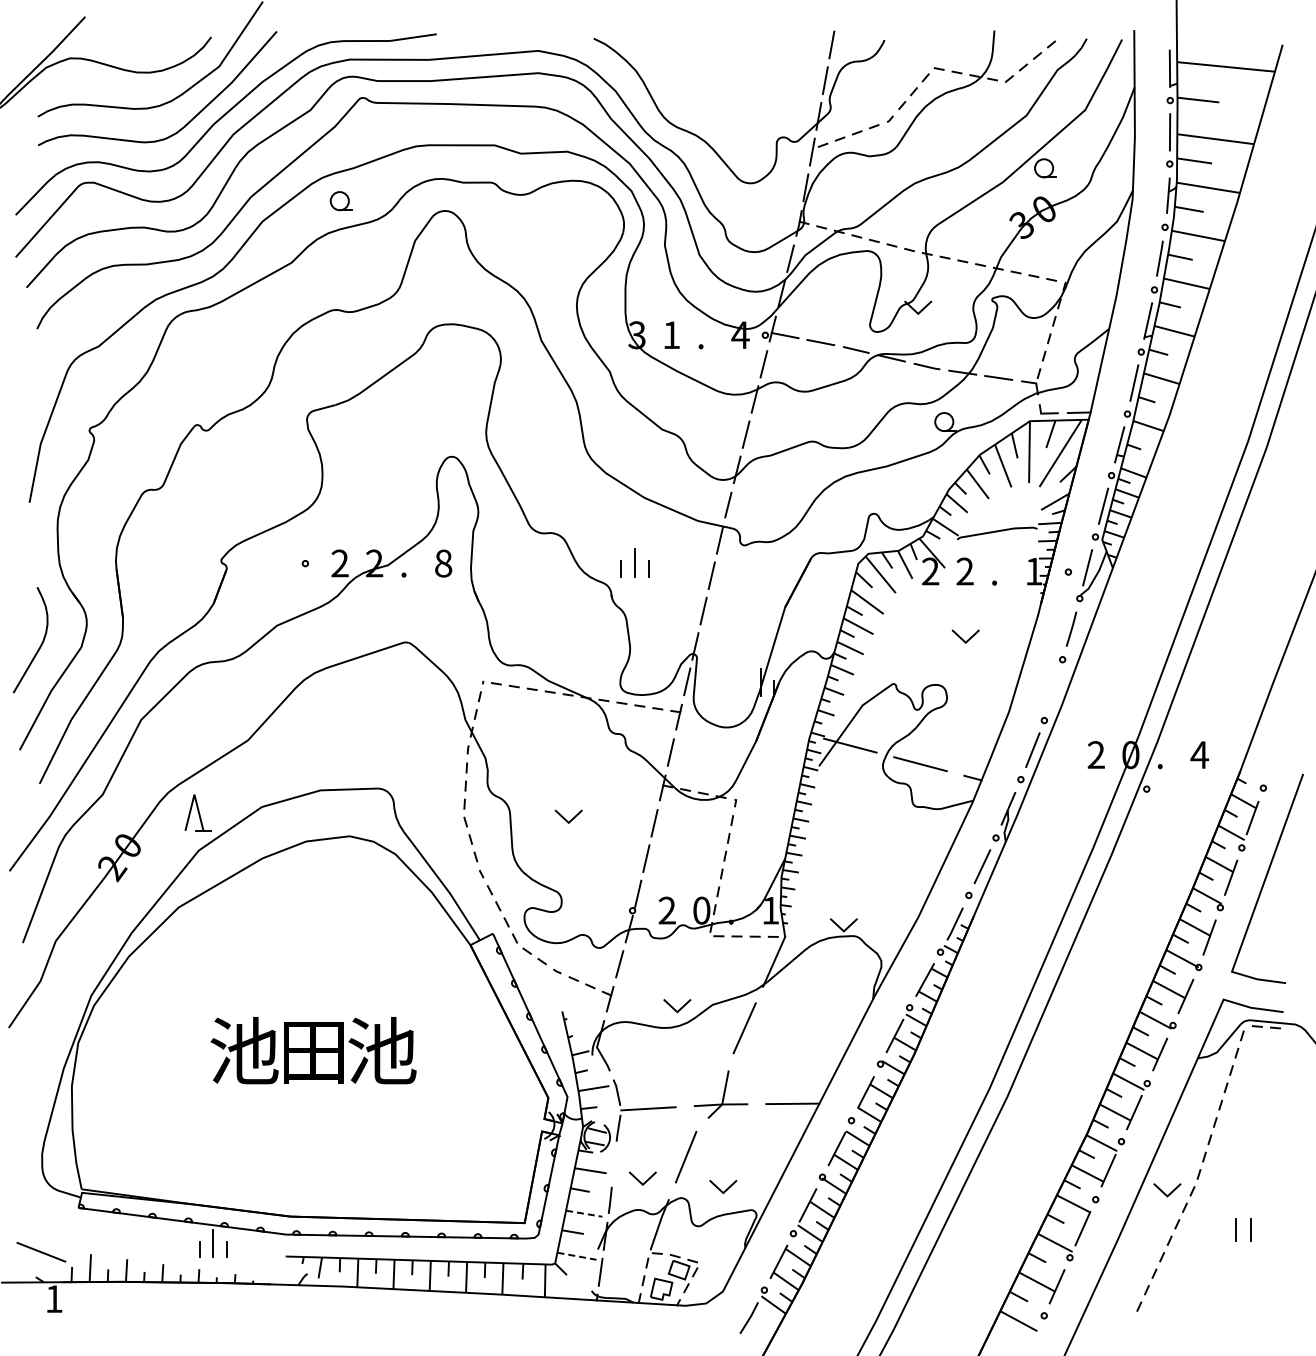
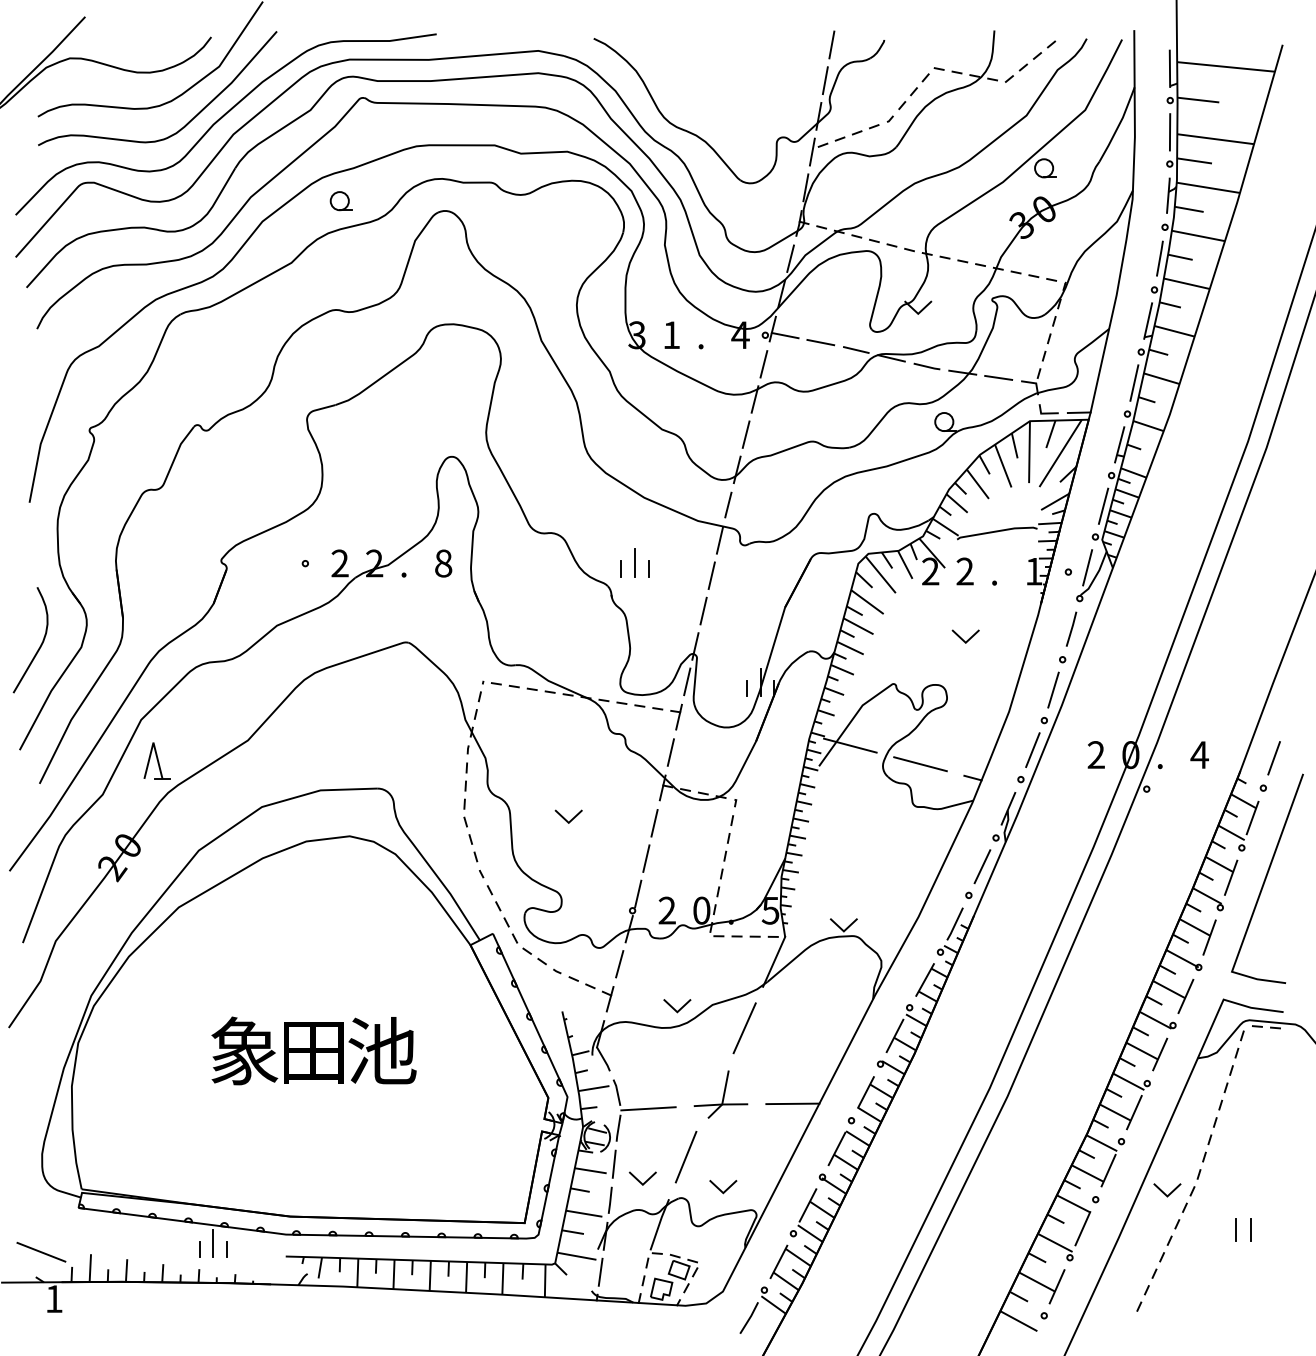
line at (746, 688): none -> present
line at (1053, 689): none -> present
line at (1273, 758): none -> present
part at (197, 812) position: (197, 812) -> (156, 760)
text at (770, 910): 1 -> 5
text at (244, 1050): 池 -> 象
line at (613, 1163): none -> present
line at (584, 1213): dashed -> solid
line at (576, 1256): dashed -> solid
